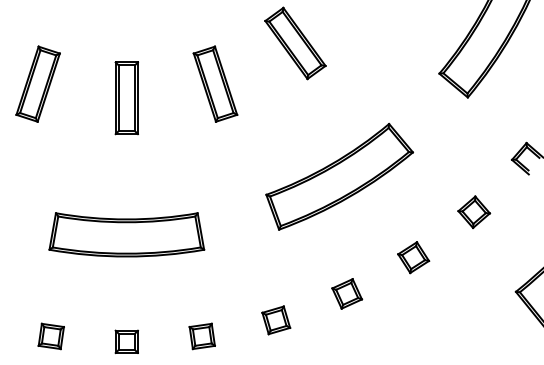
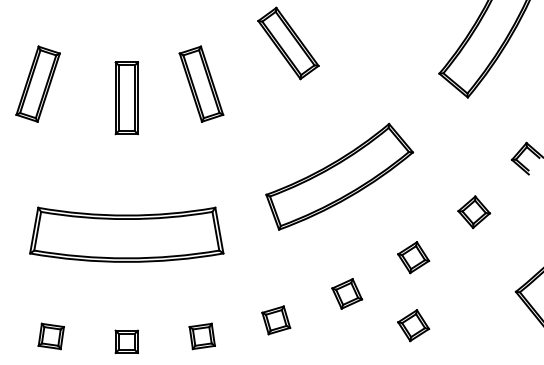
part at (295, 43) position: (295, 43) -> (288, 43)
part at (215, 83) position: (215, 83) -> (201, 83)
part at (126, 234) size: 158x46 px -> 196x57 px
part at (413, 325): none -> present
